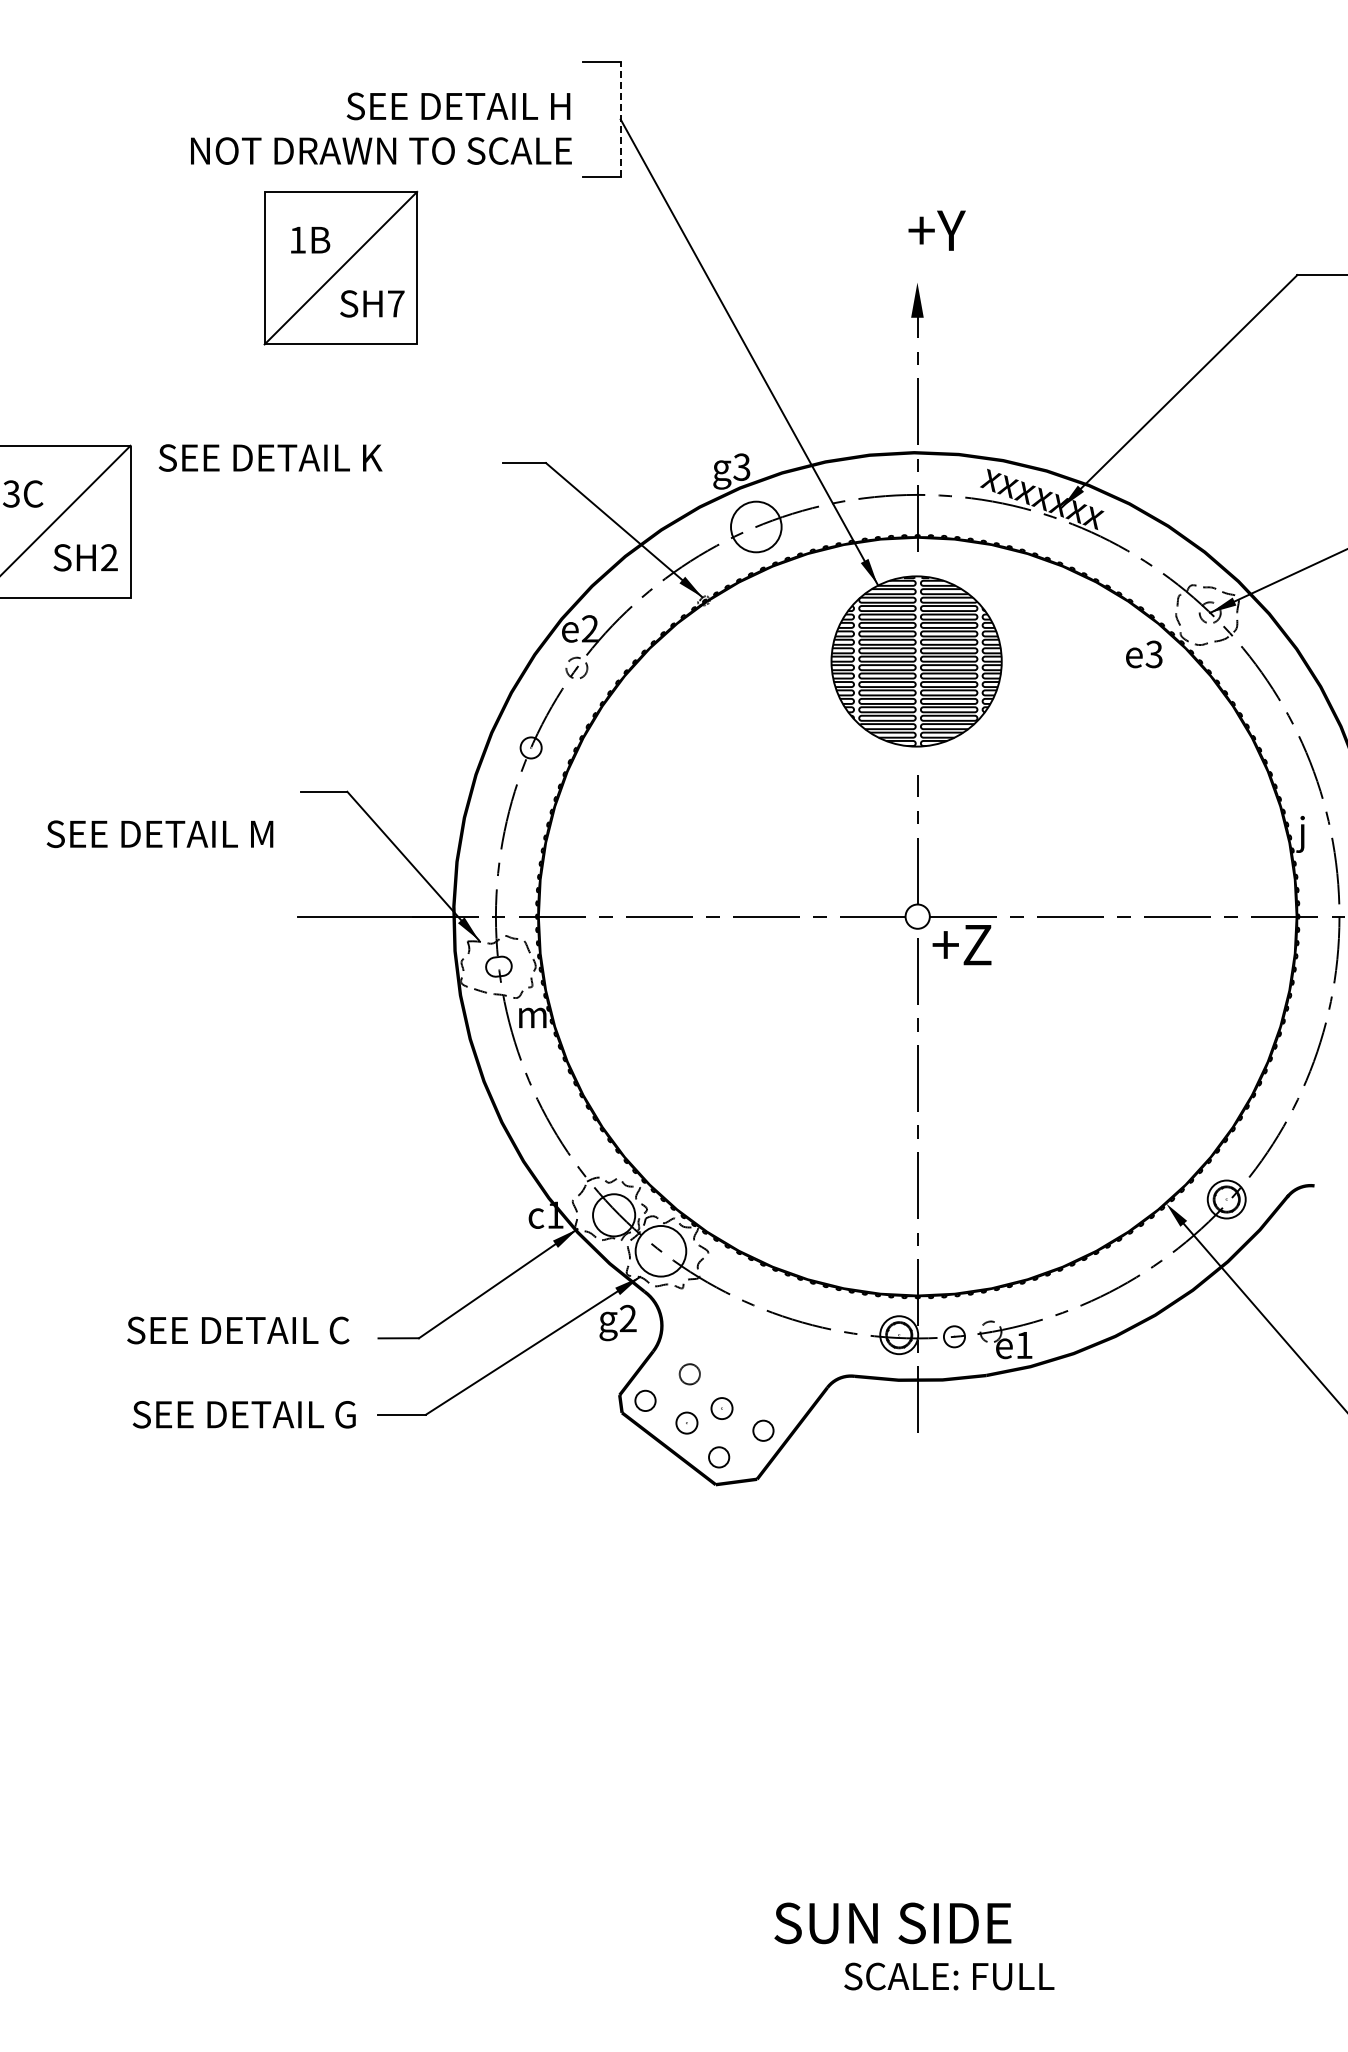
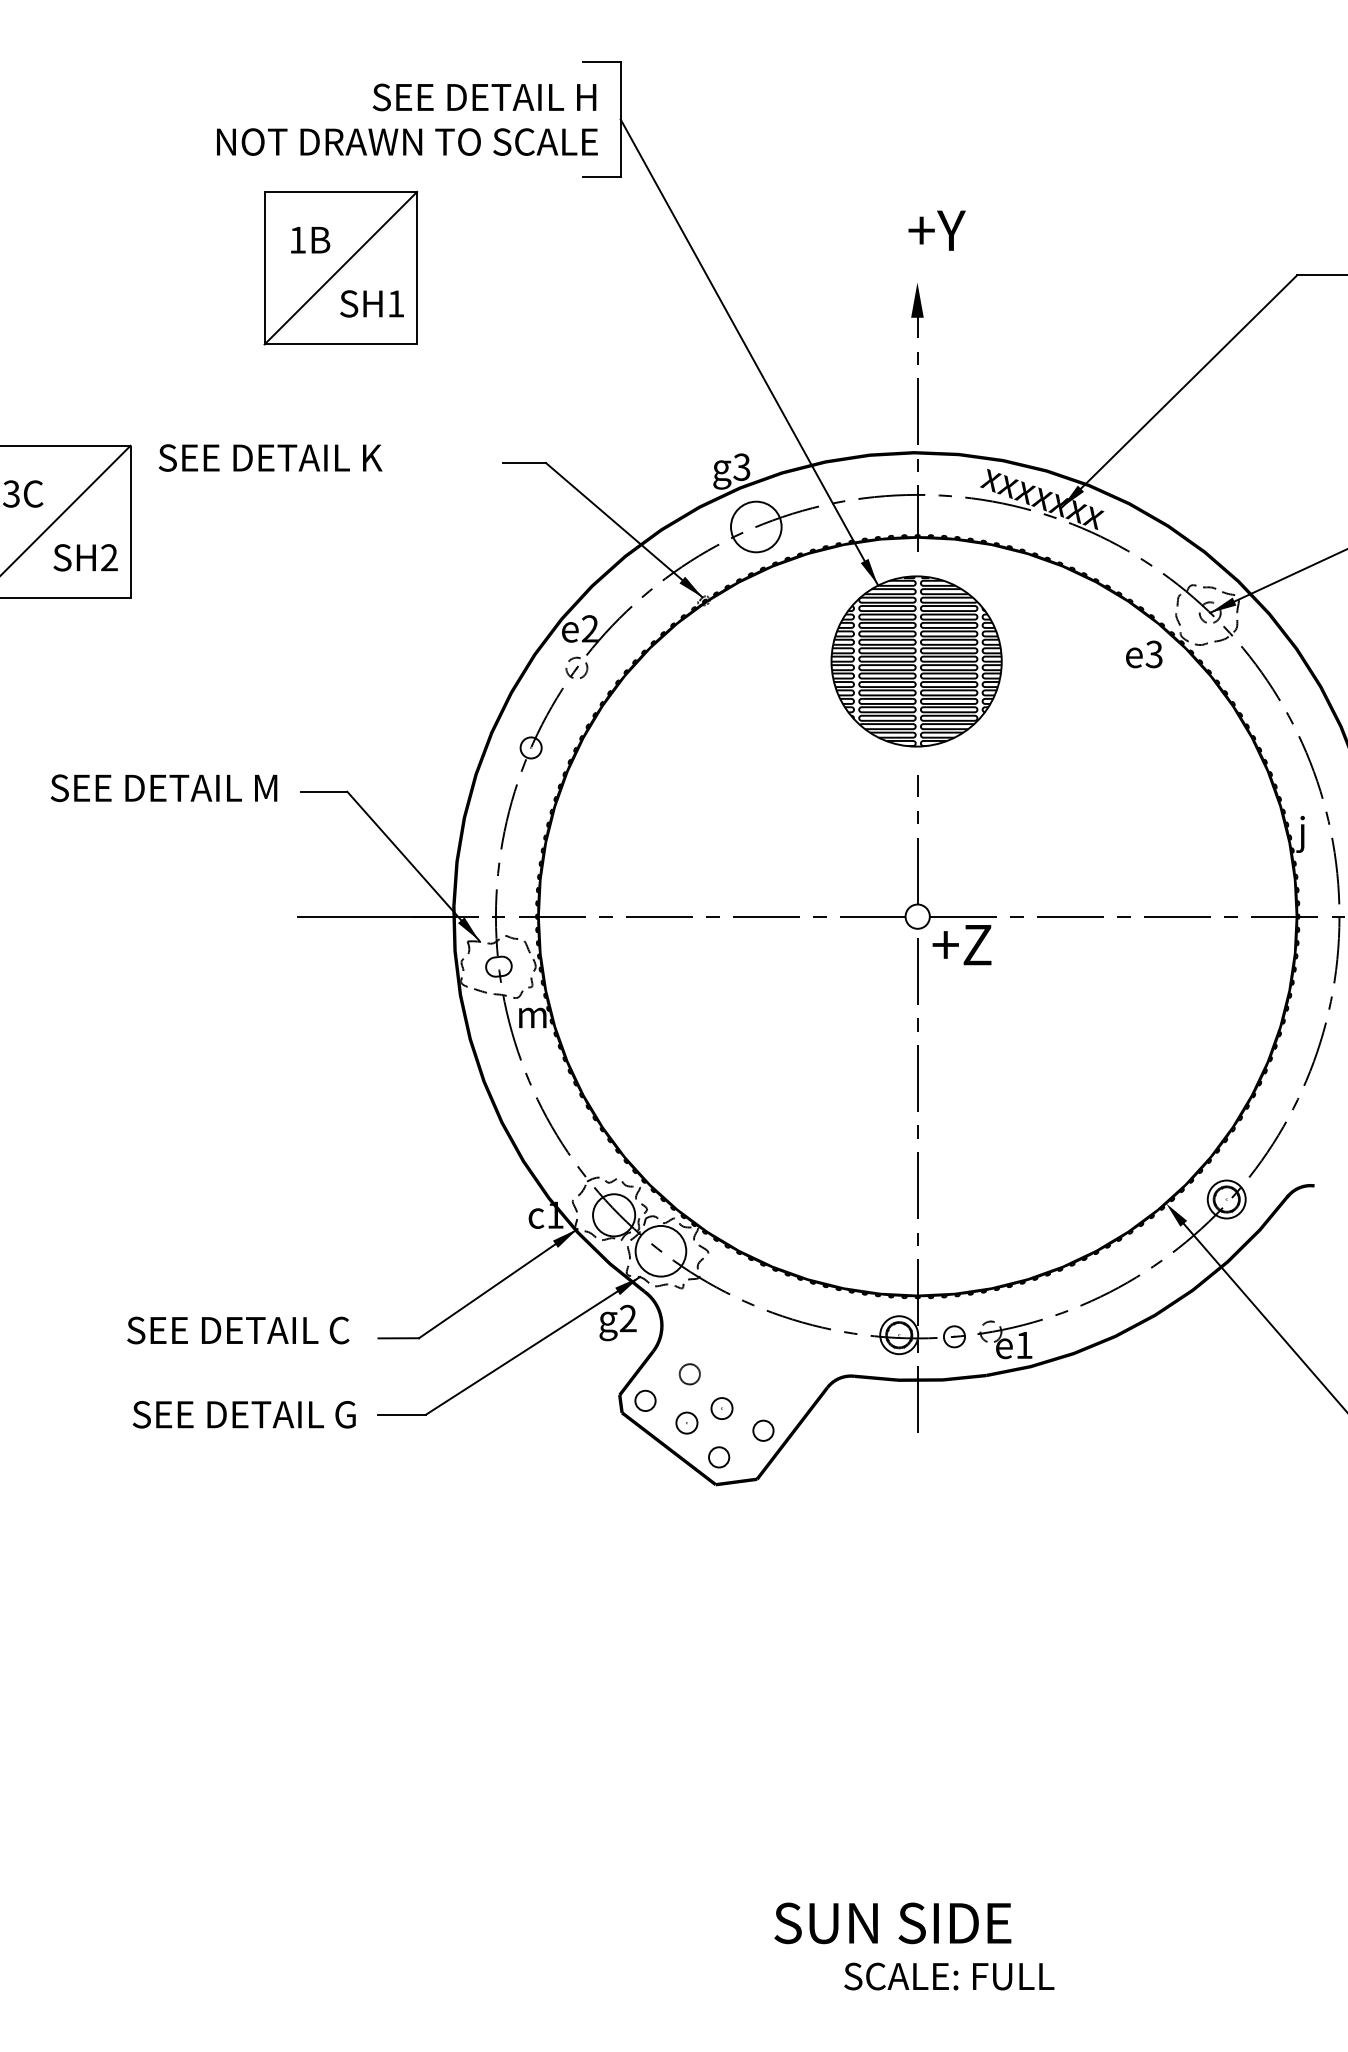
line at (620, 119): dashed -> solid
text at (381, 128) position: (381, 128) -> (407, 119)
text at (396, 303): SH7 -> SH1
text at (159, 834) position: (159, 834) -> (163, 788)
